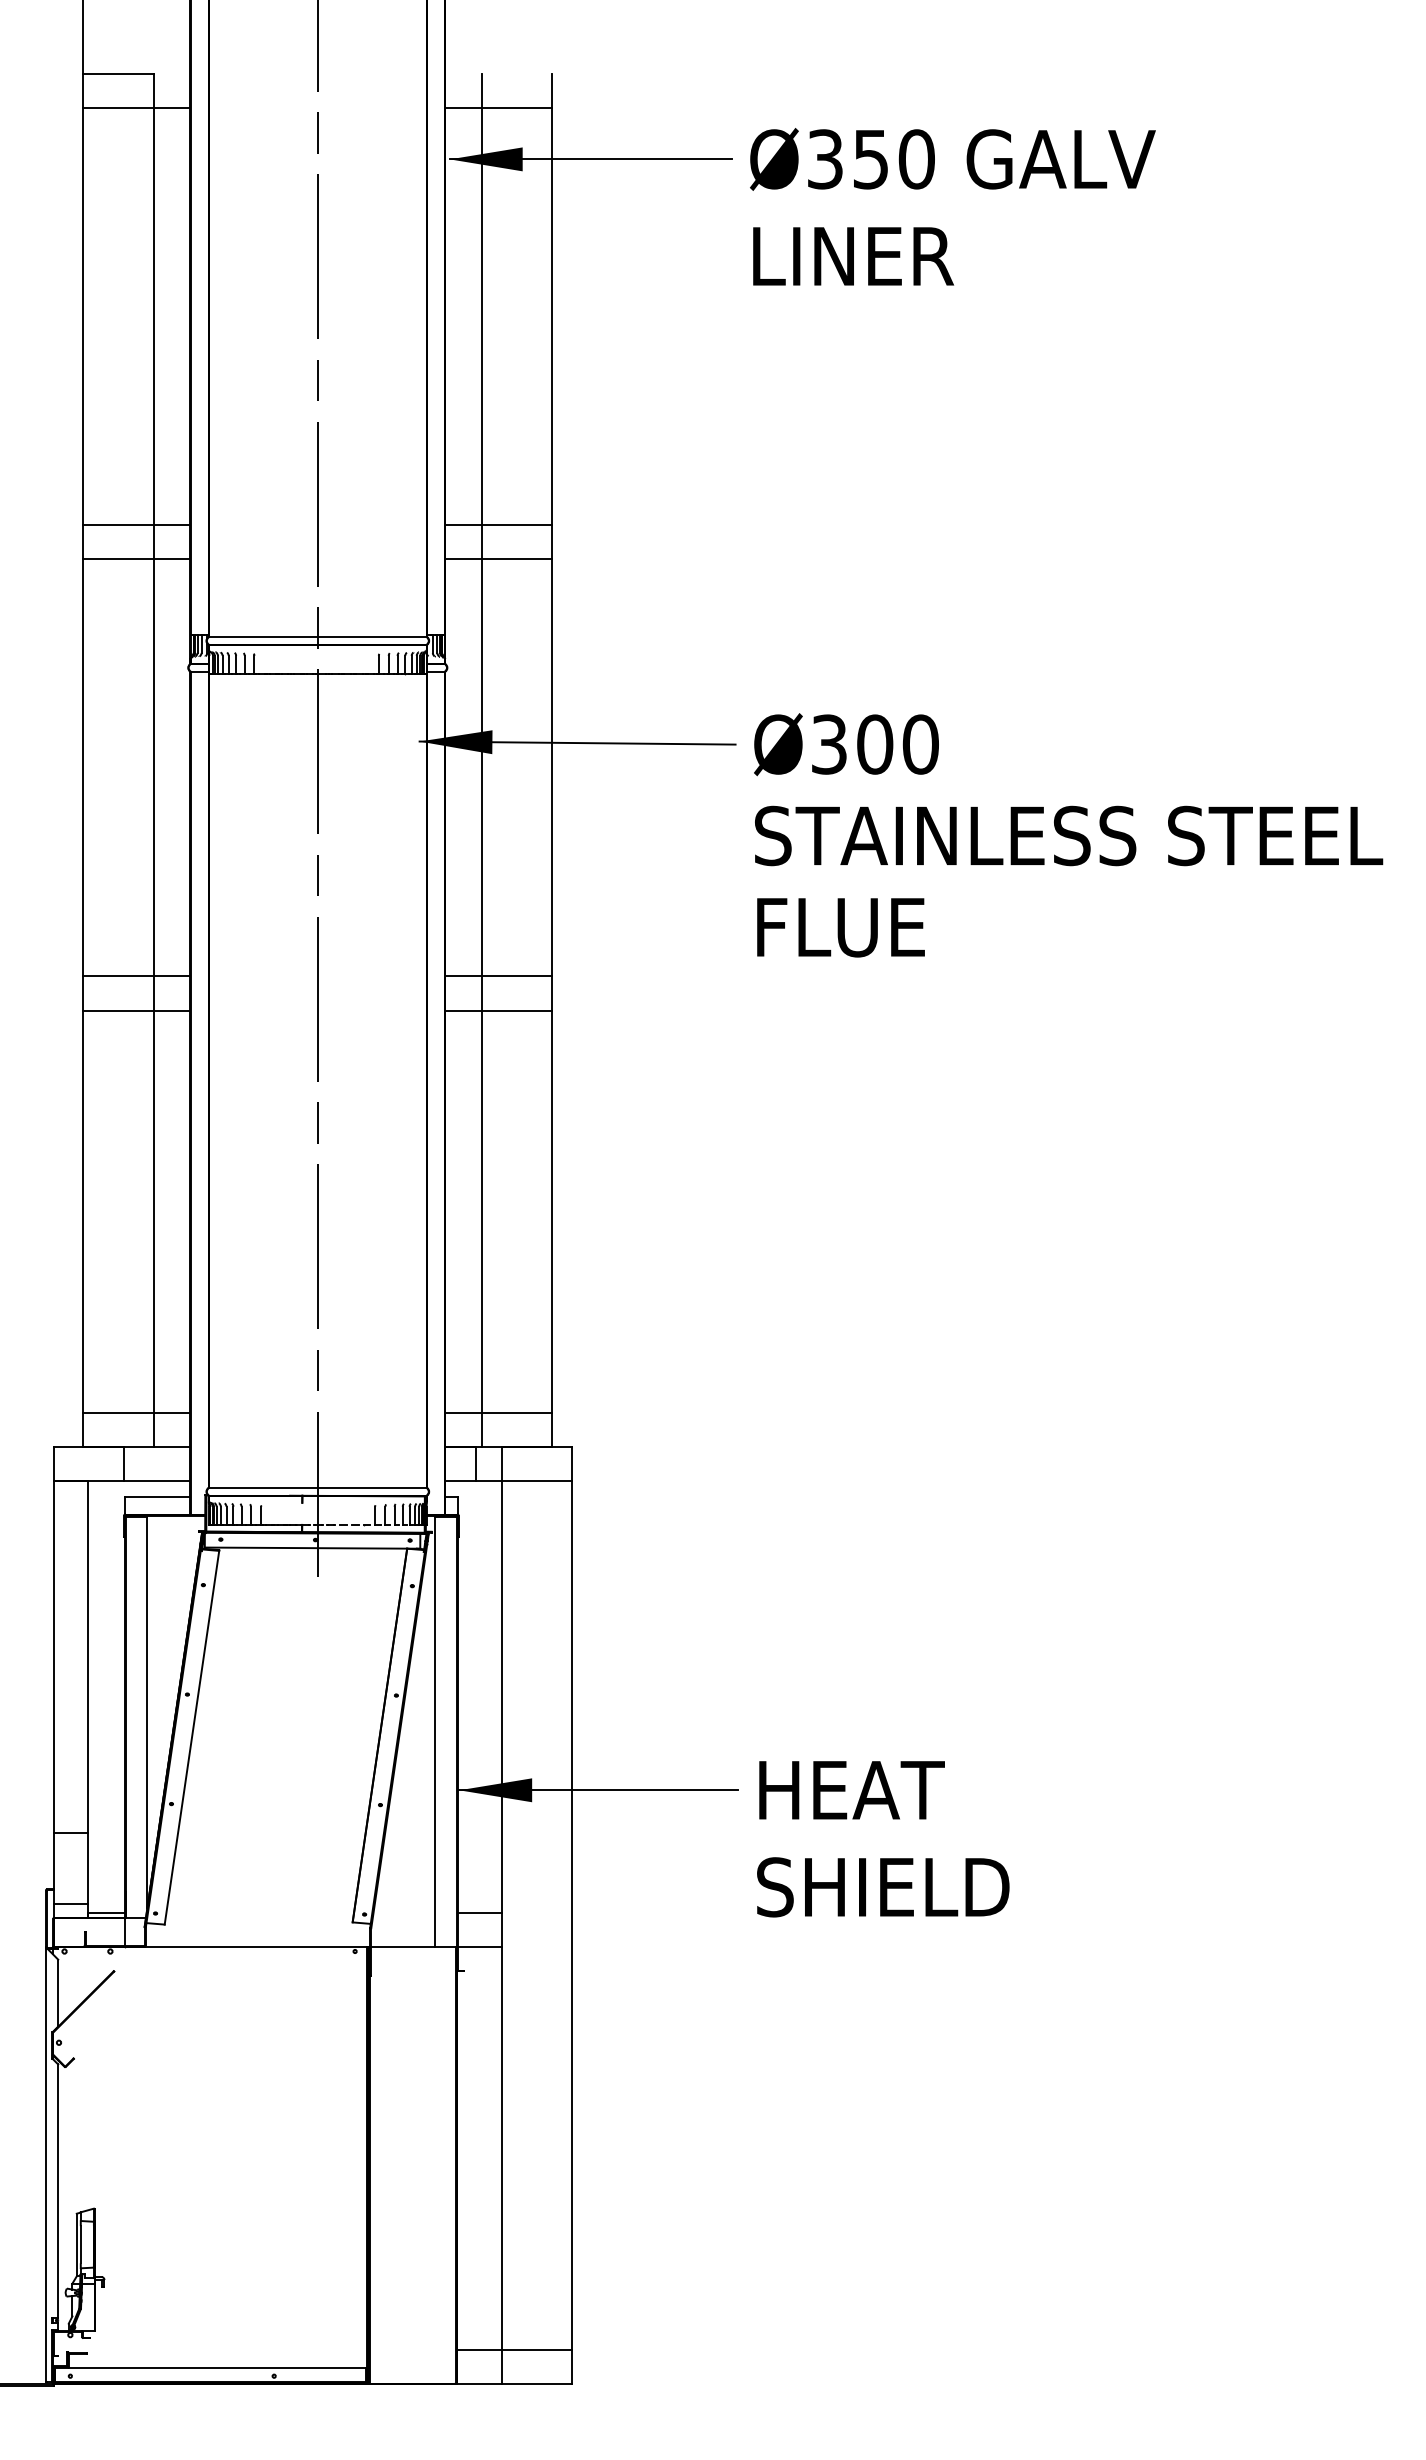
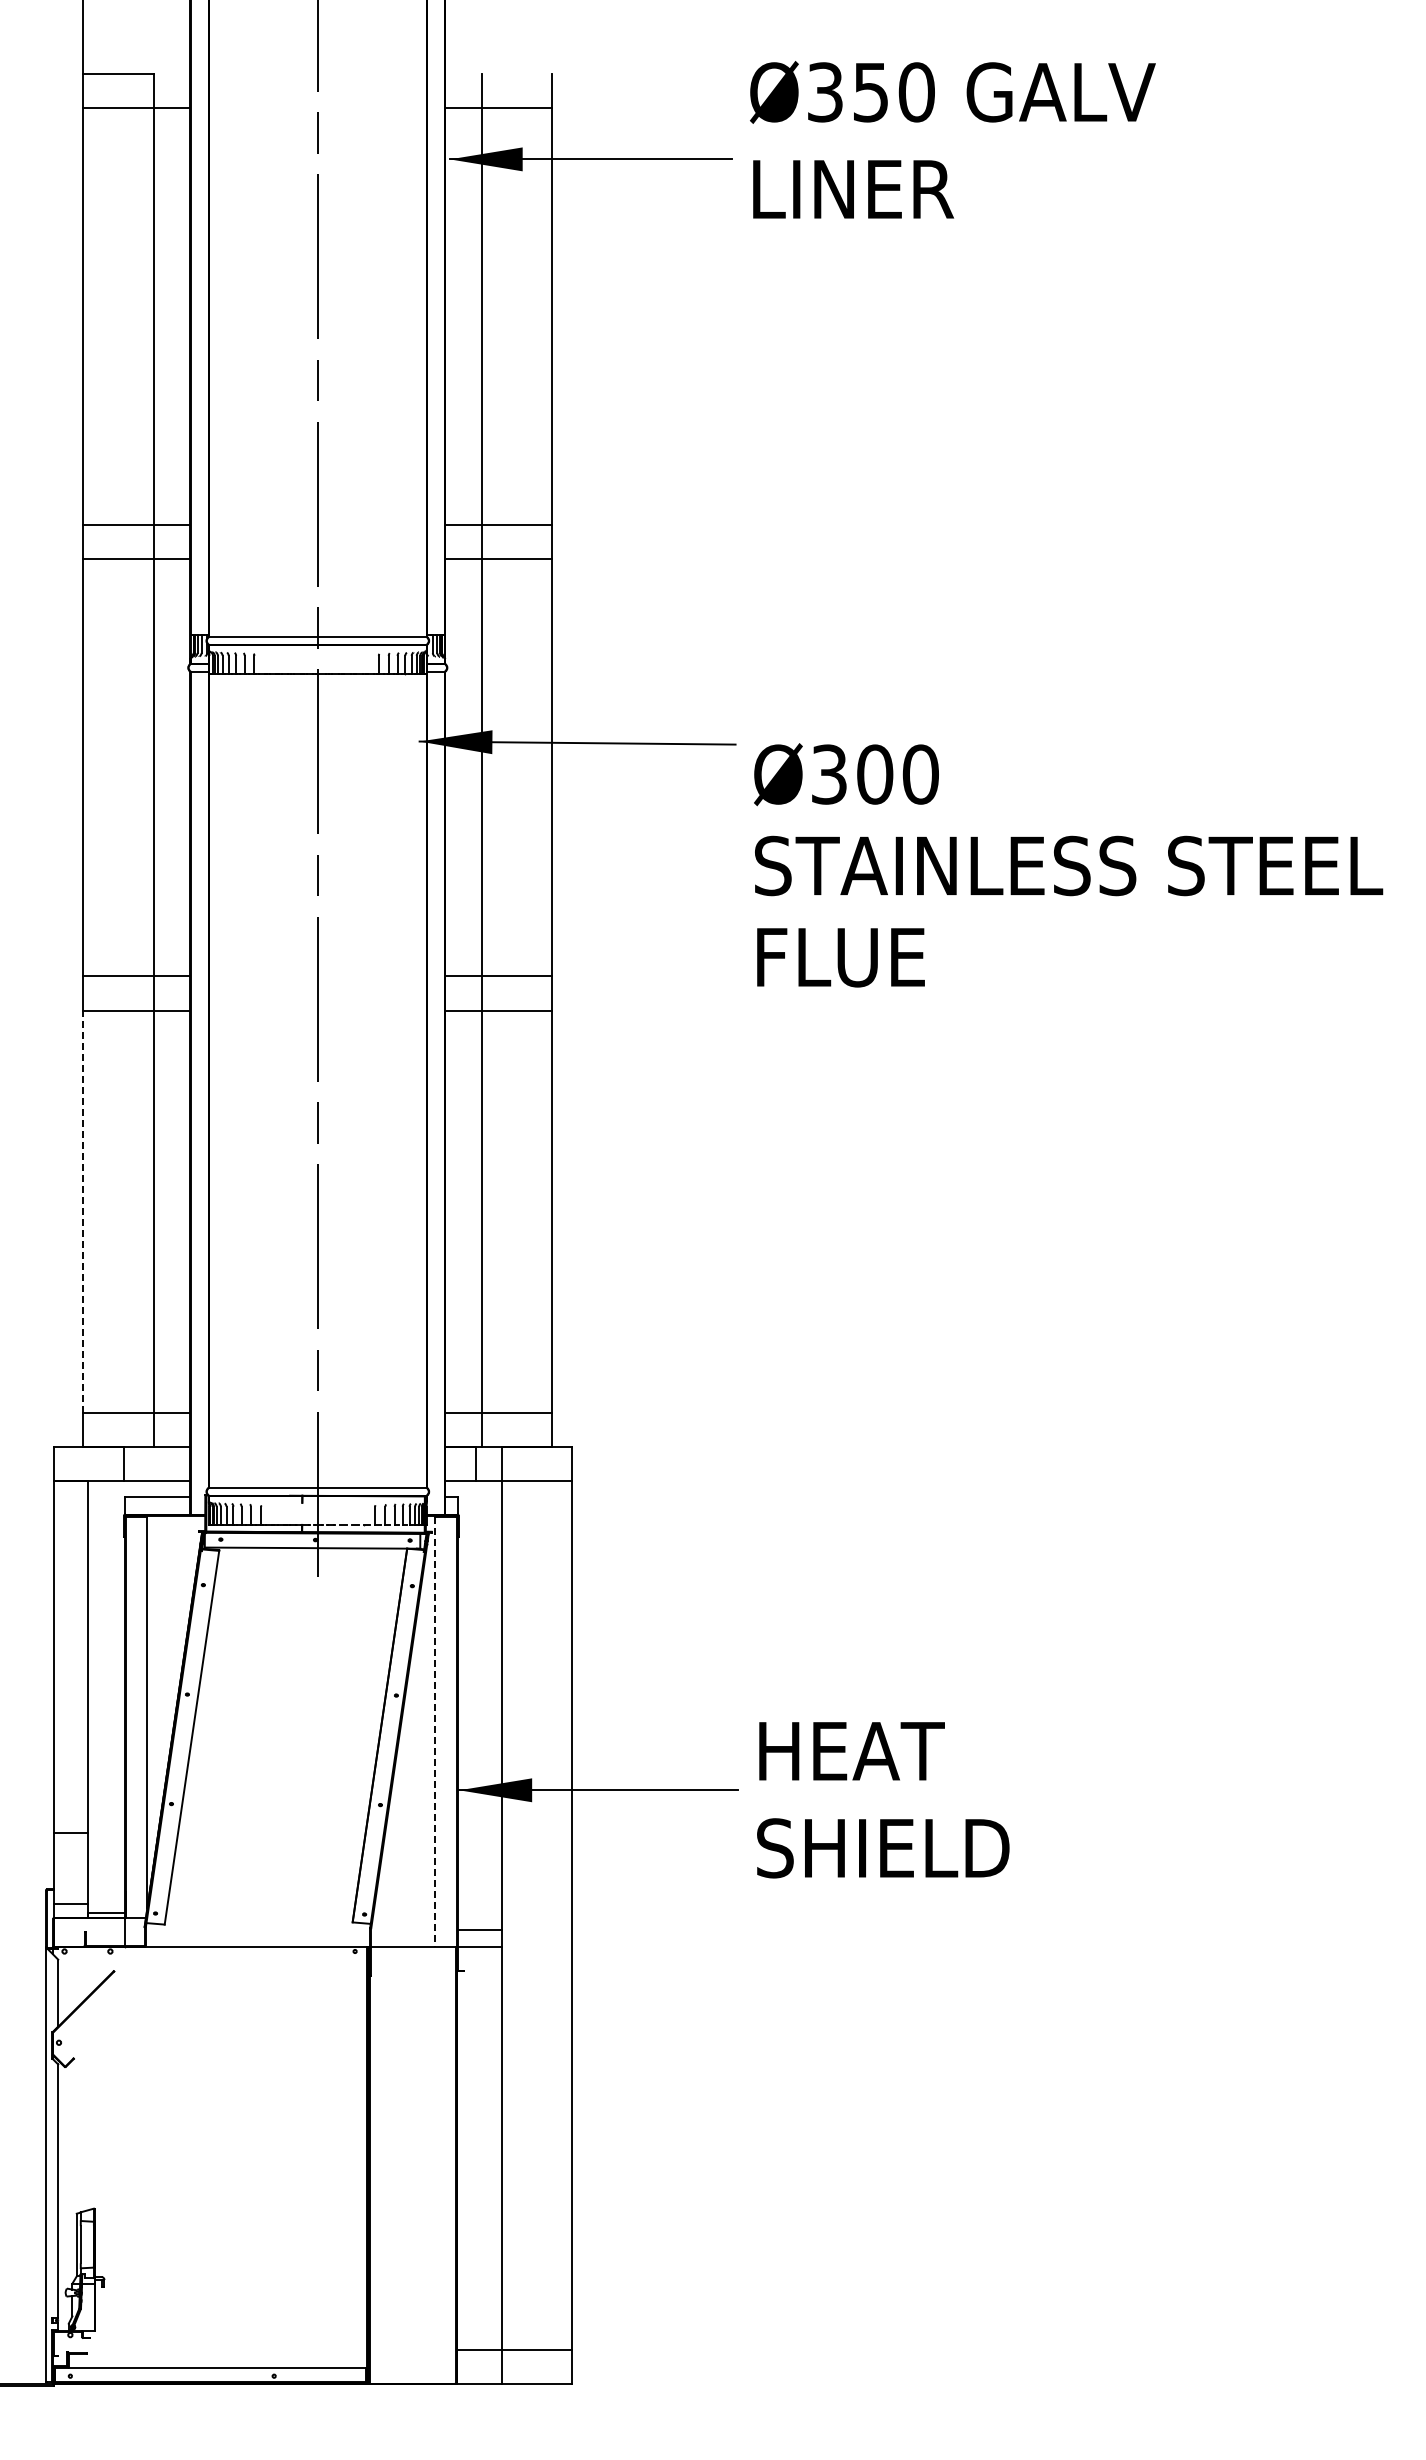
text at (952, 206) position: (952, 206) -> (952, 139)
text at (1068, 835) position: (1068, 835) -> (1068, 865)
line at (83, 1211): solid -> dashed
line at (435, 1731): solid -> dashed
text at (883, 1839) position: (883, 1839) -> (883, 1800)
line at (479, 1913) position: (479, 1913) -> (479, 1930)
